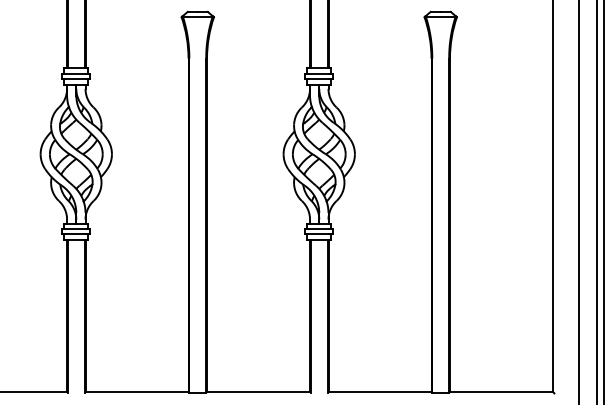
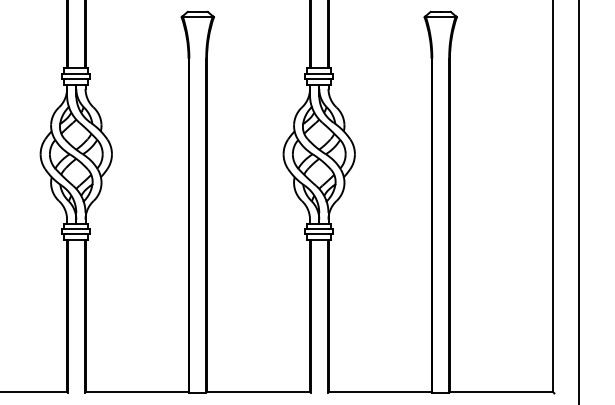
line at (596, 201): present -> none
line at (604, 201): present -> none
